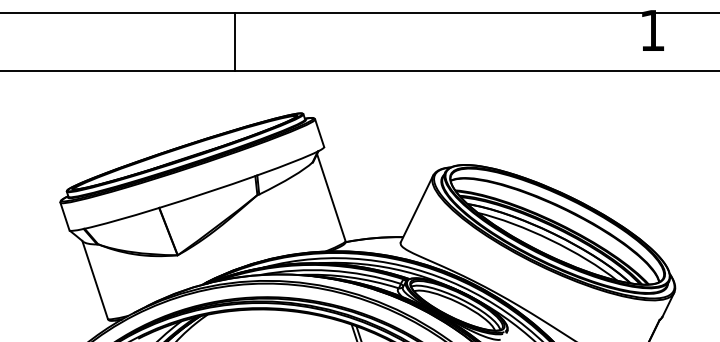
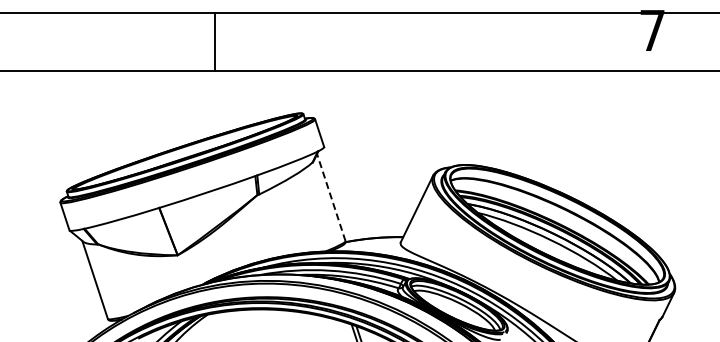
text at (652, 30): 1 -> 7
line at (234, 41) position: (234, 41) -> (214, 41)
line at (331, 197): solid -> dashed
